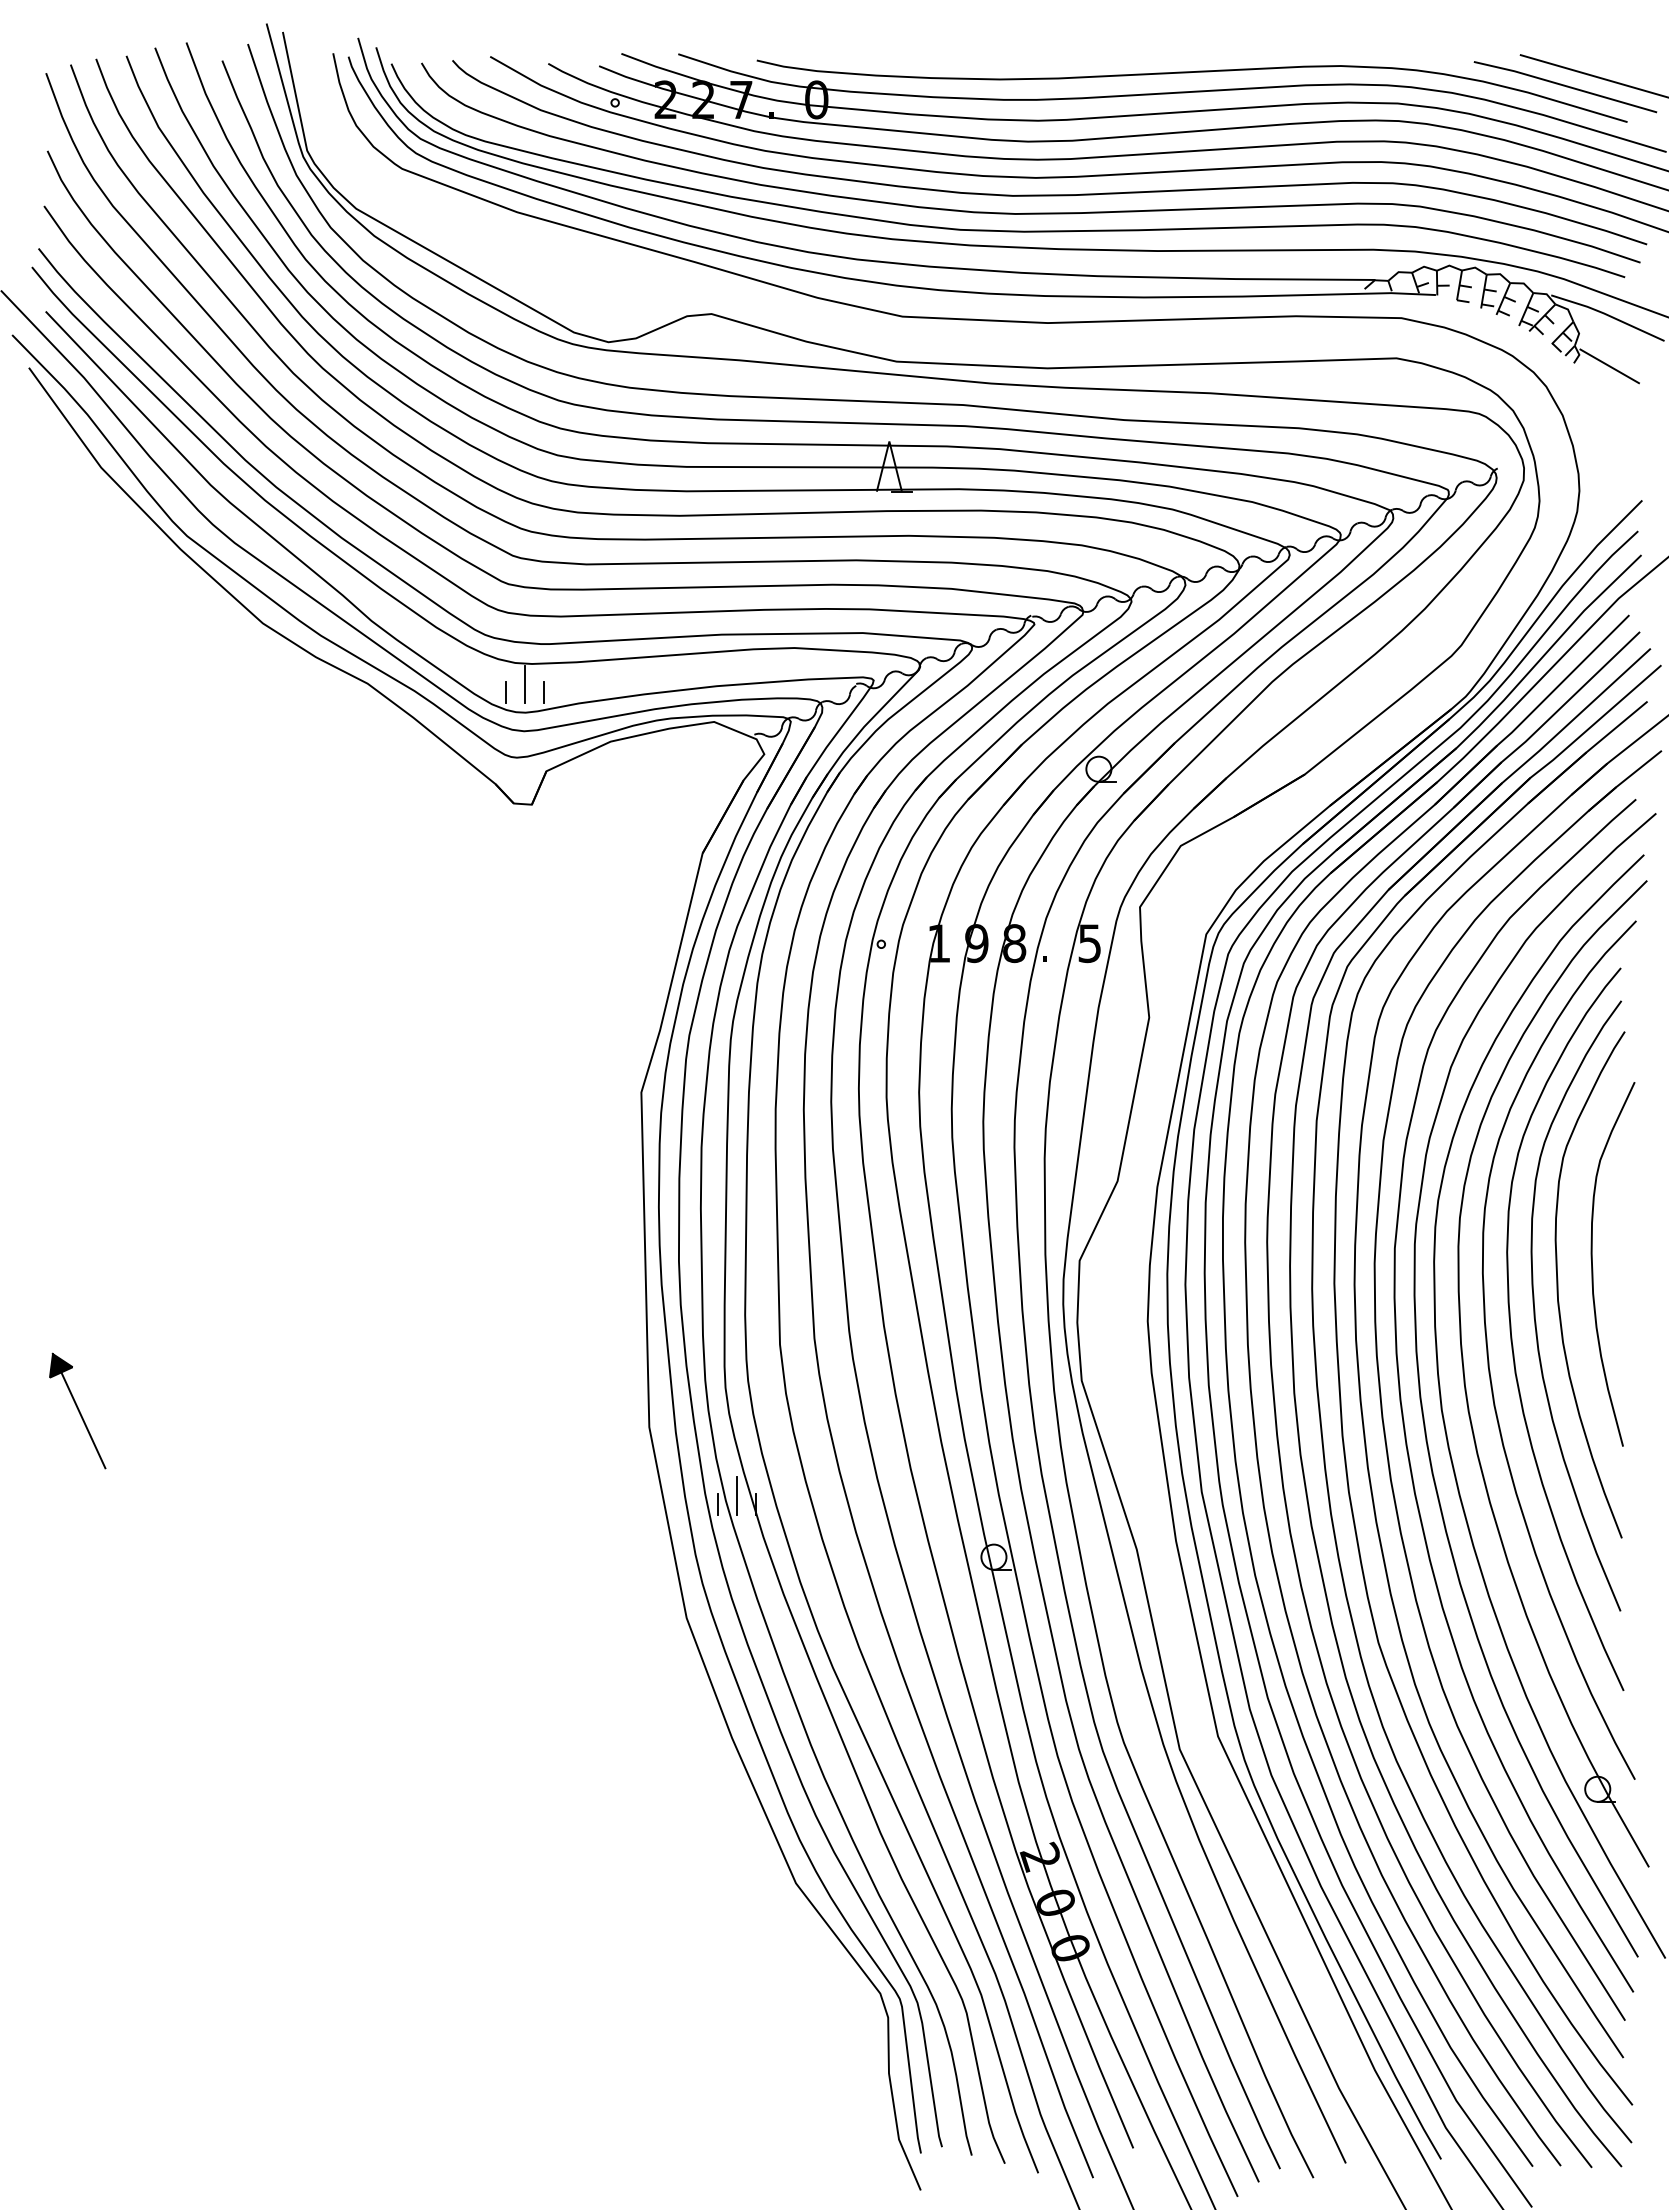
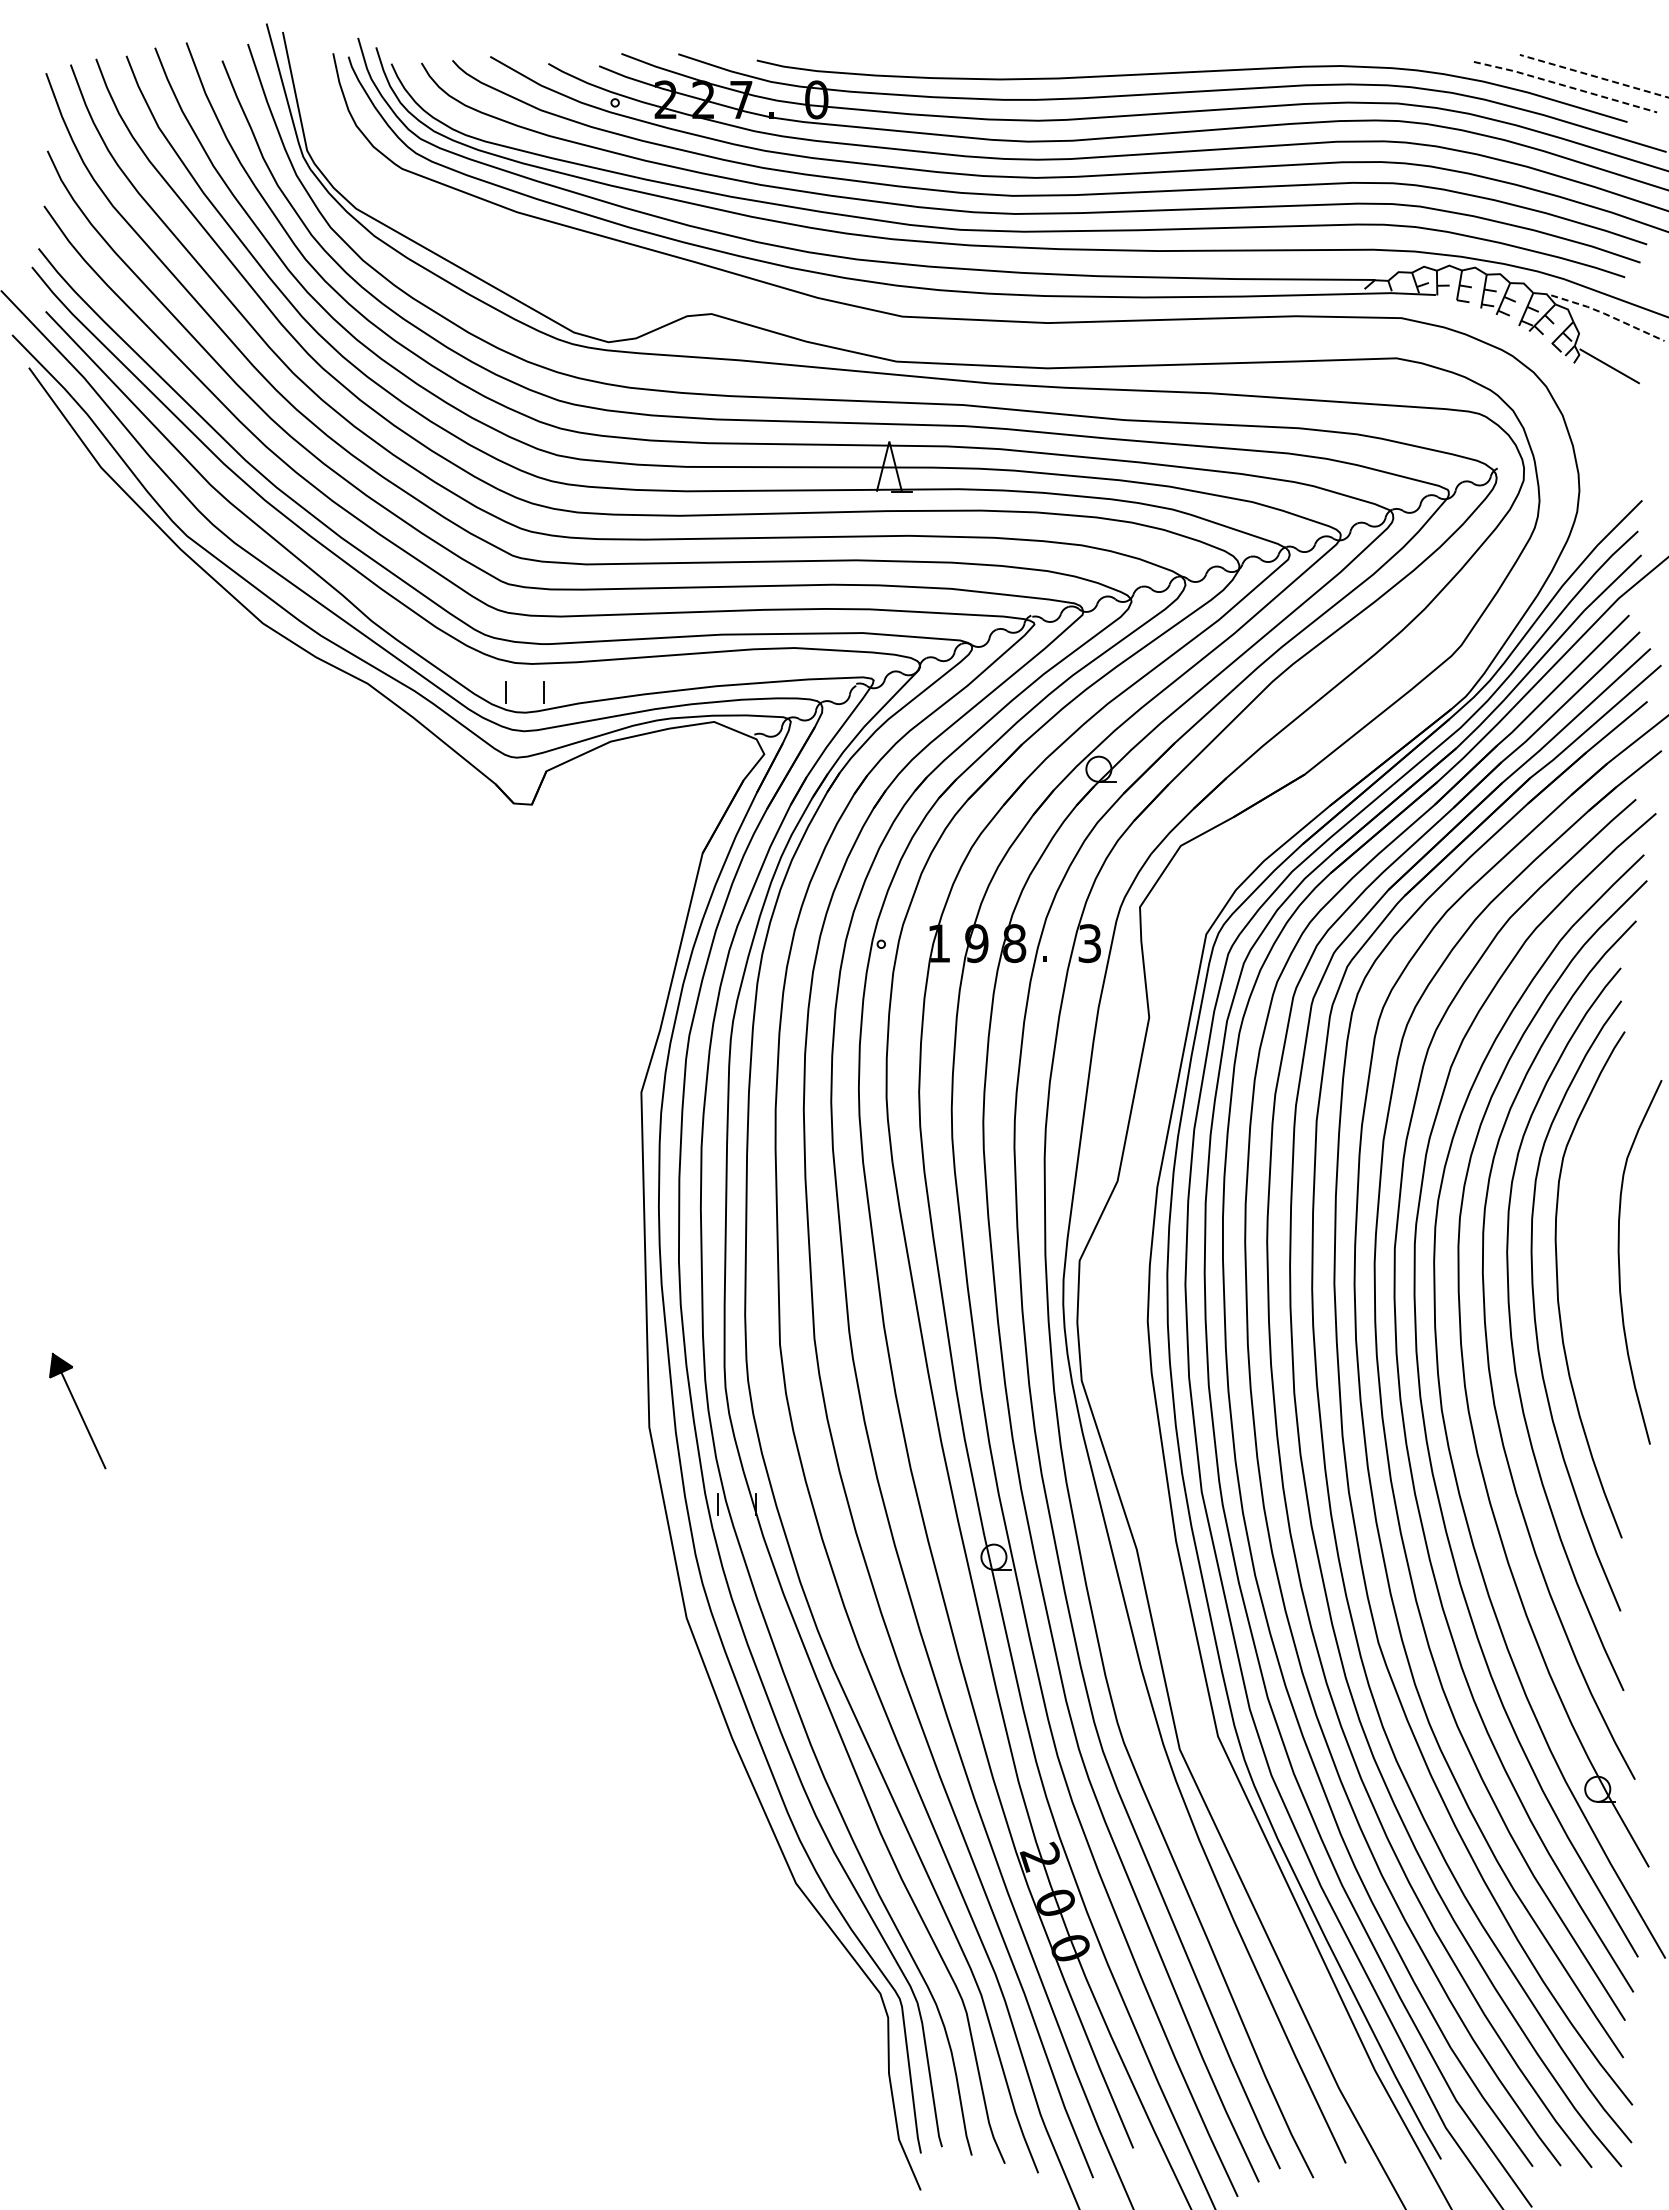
line at (1594, 76): solid -> dashed
line at (1565, 85): solid -> dashed
line at (1607, 315): solid -> dashed
line at (525, 684): present -> none
text at (1089, 943): 5 -> 3
curve at (1593, 1268) position: (1593, 1268) -> (1620, 1266)
line at (736, 1496): present -> none
